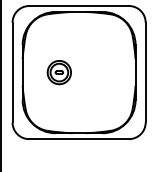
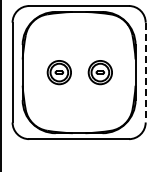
part at (99, 72): none -> present
line at (145, 72): solid -> dashed
